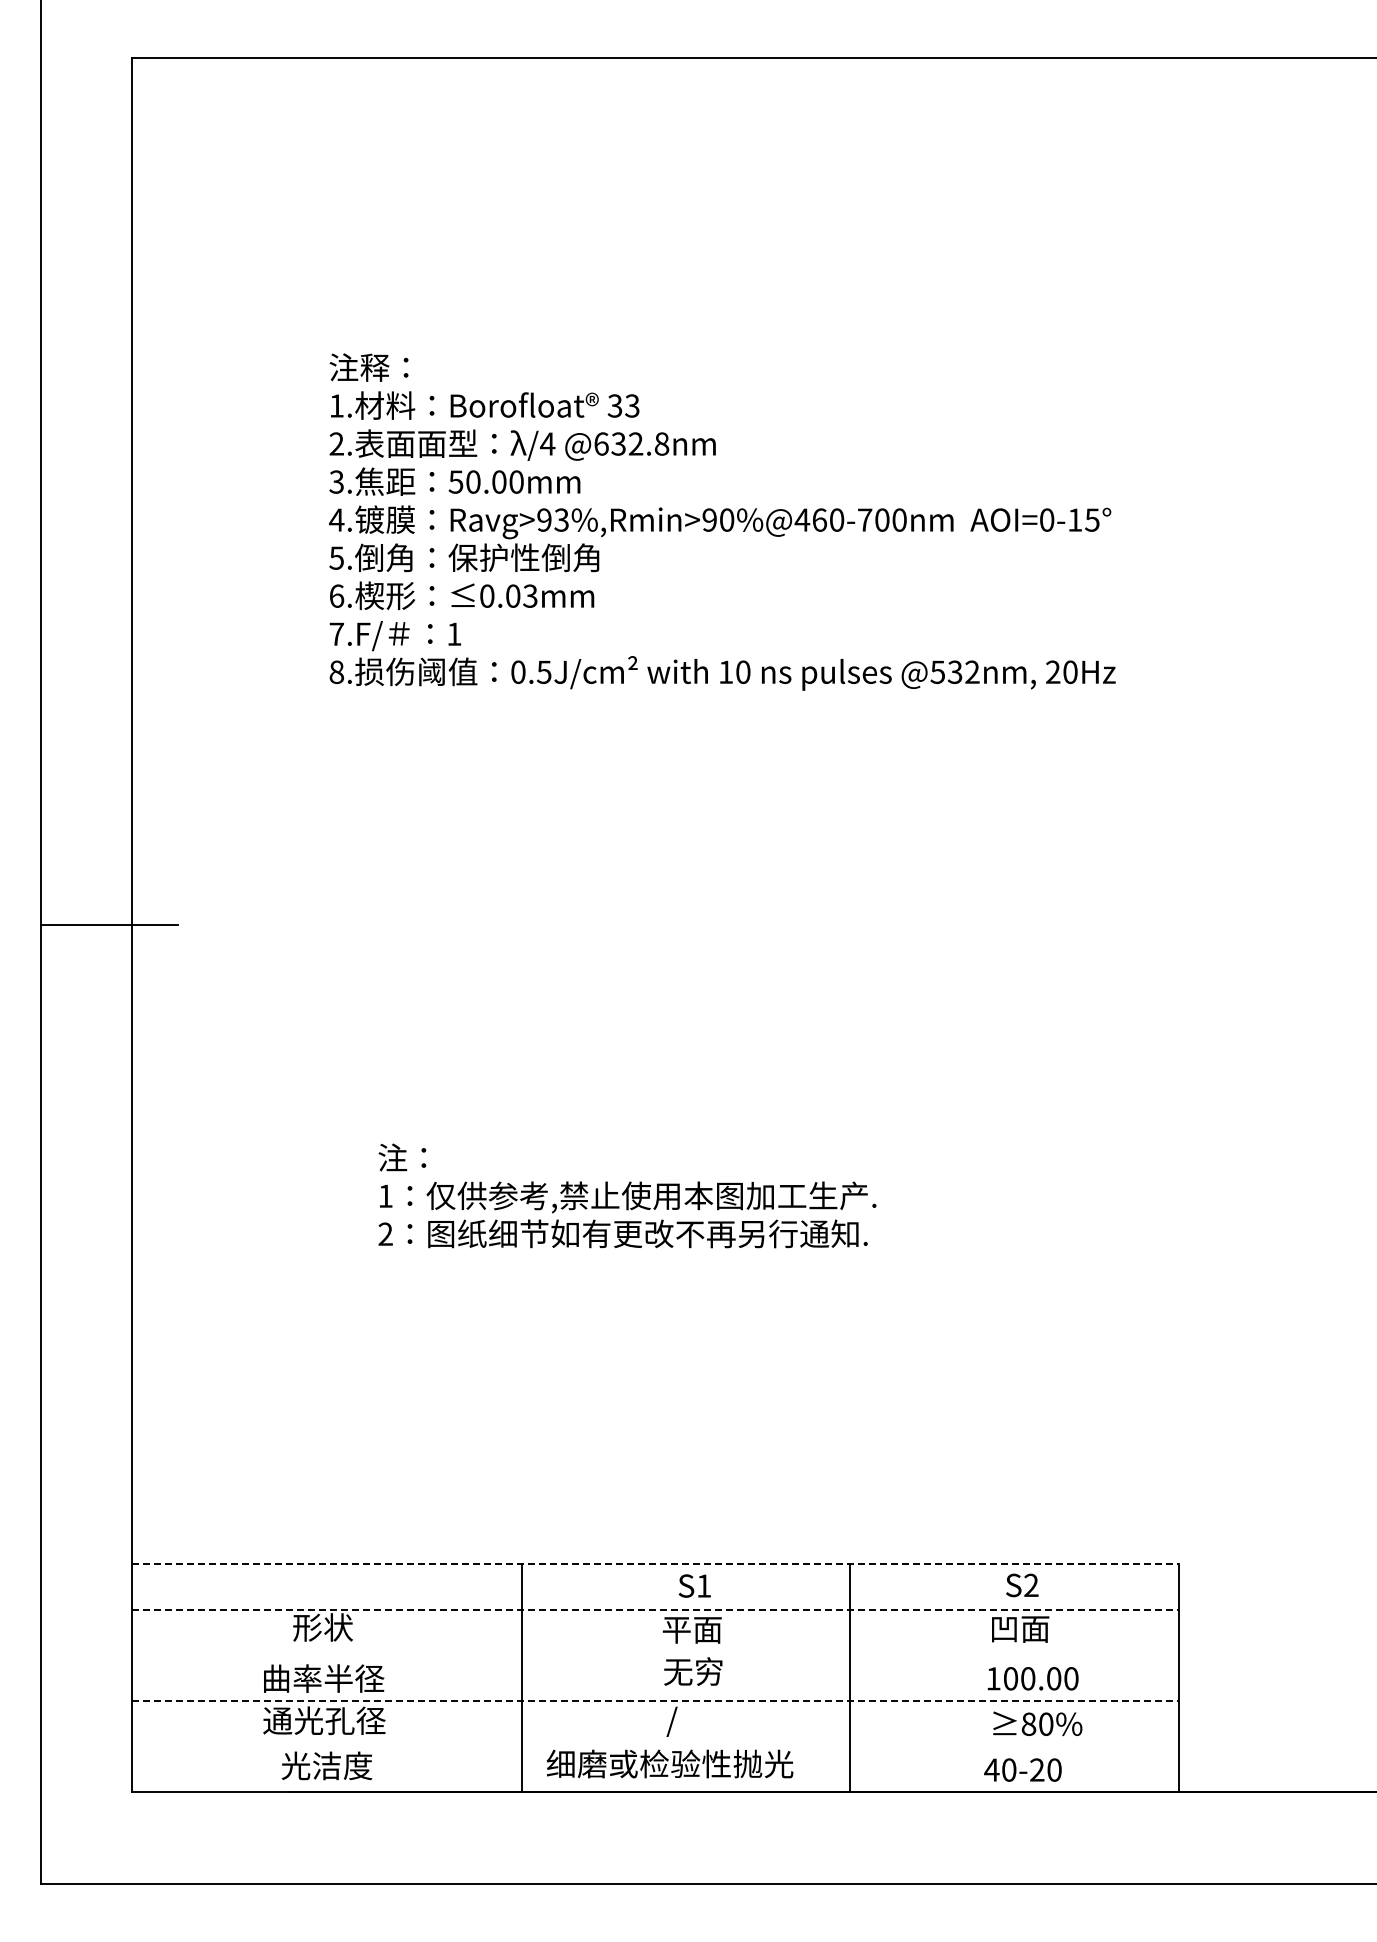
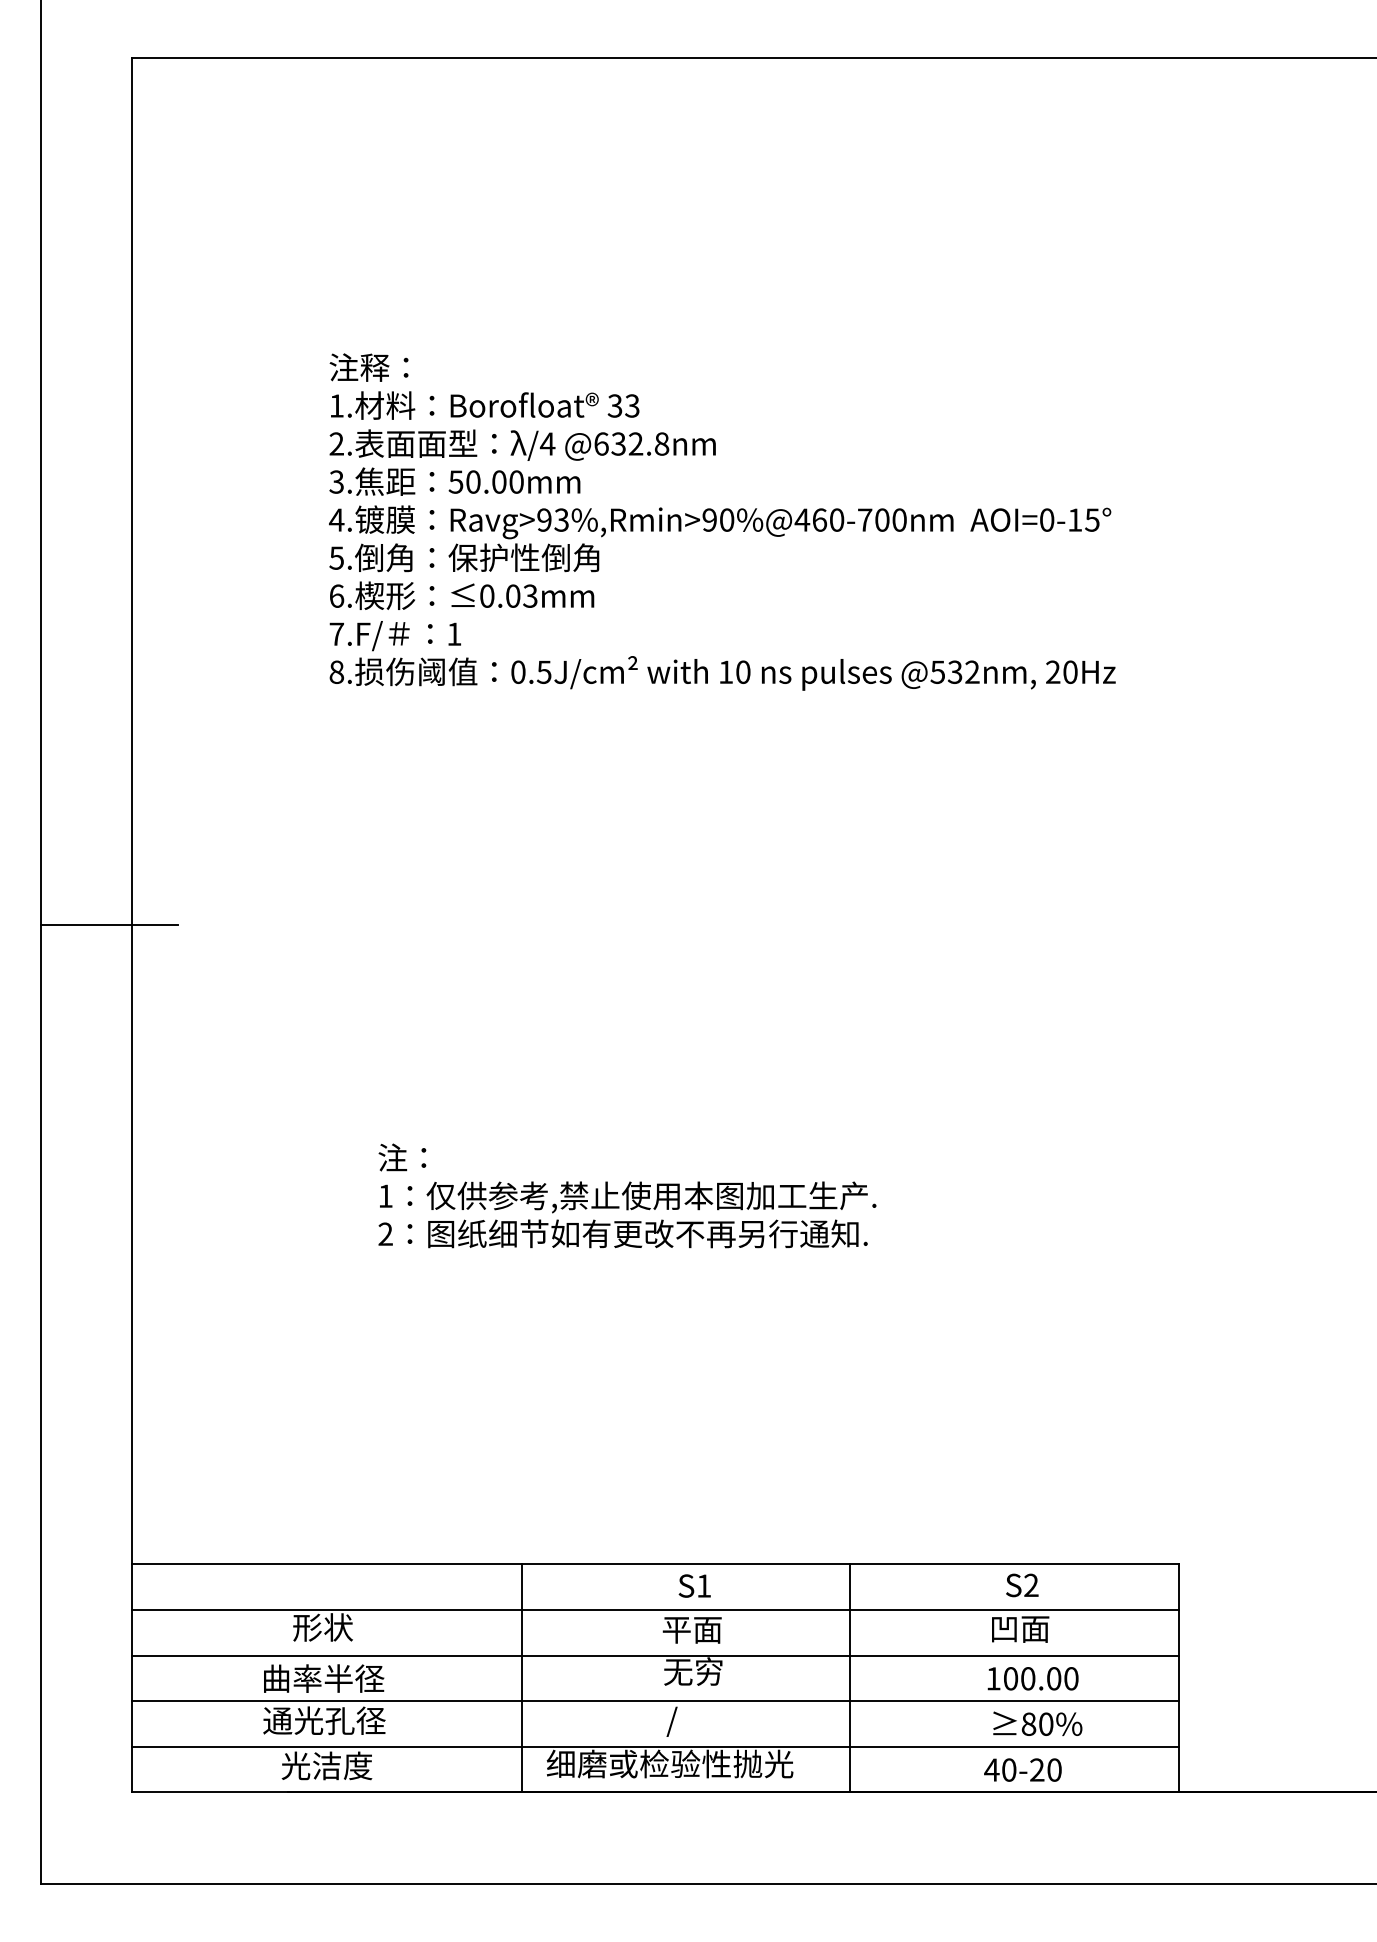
line at (656, 1564): dashed -> solid
line at (656, 1609): dashed -> solid
line at (655, 1655): none -> present
line at (656, 1701): dashed -> solid
line at (655, 1746): none -> present
